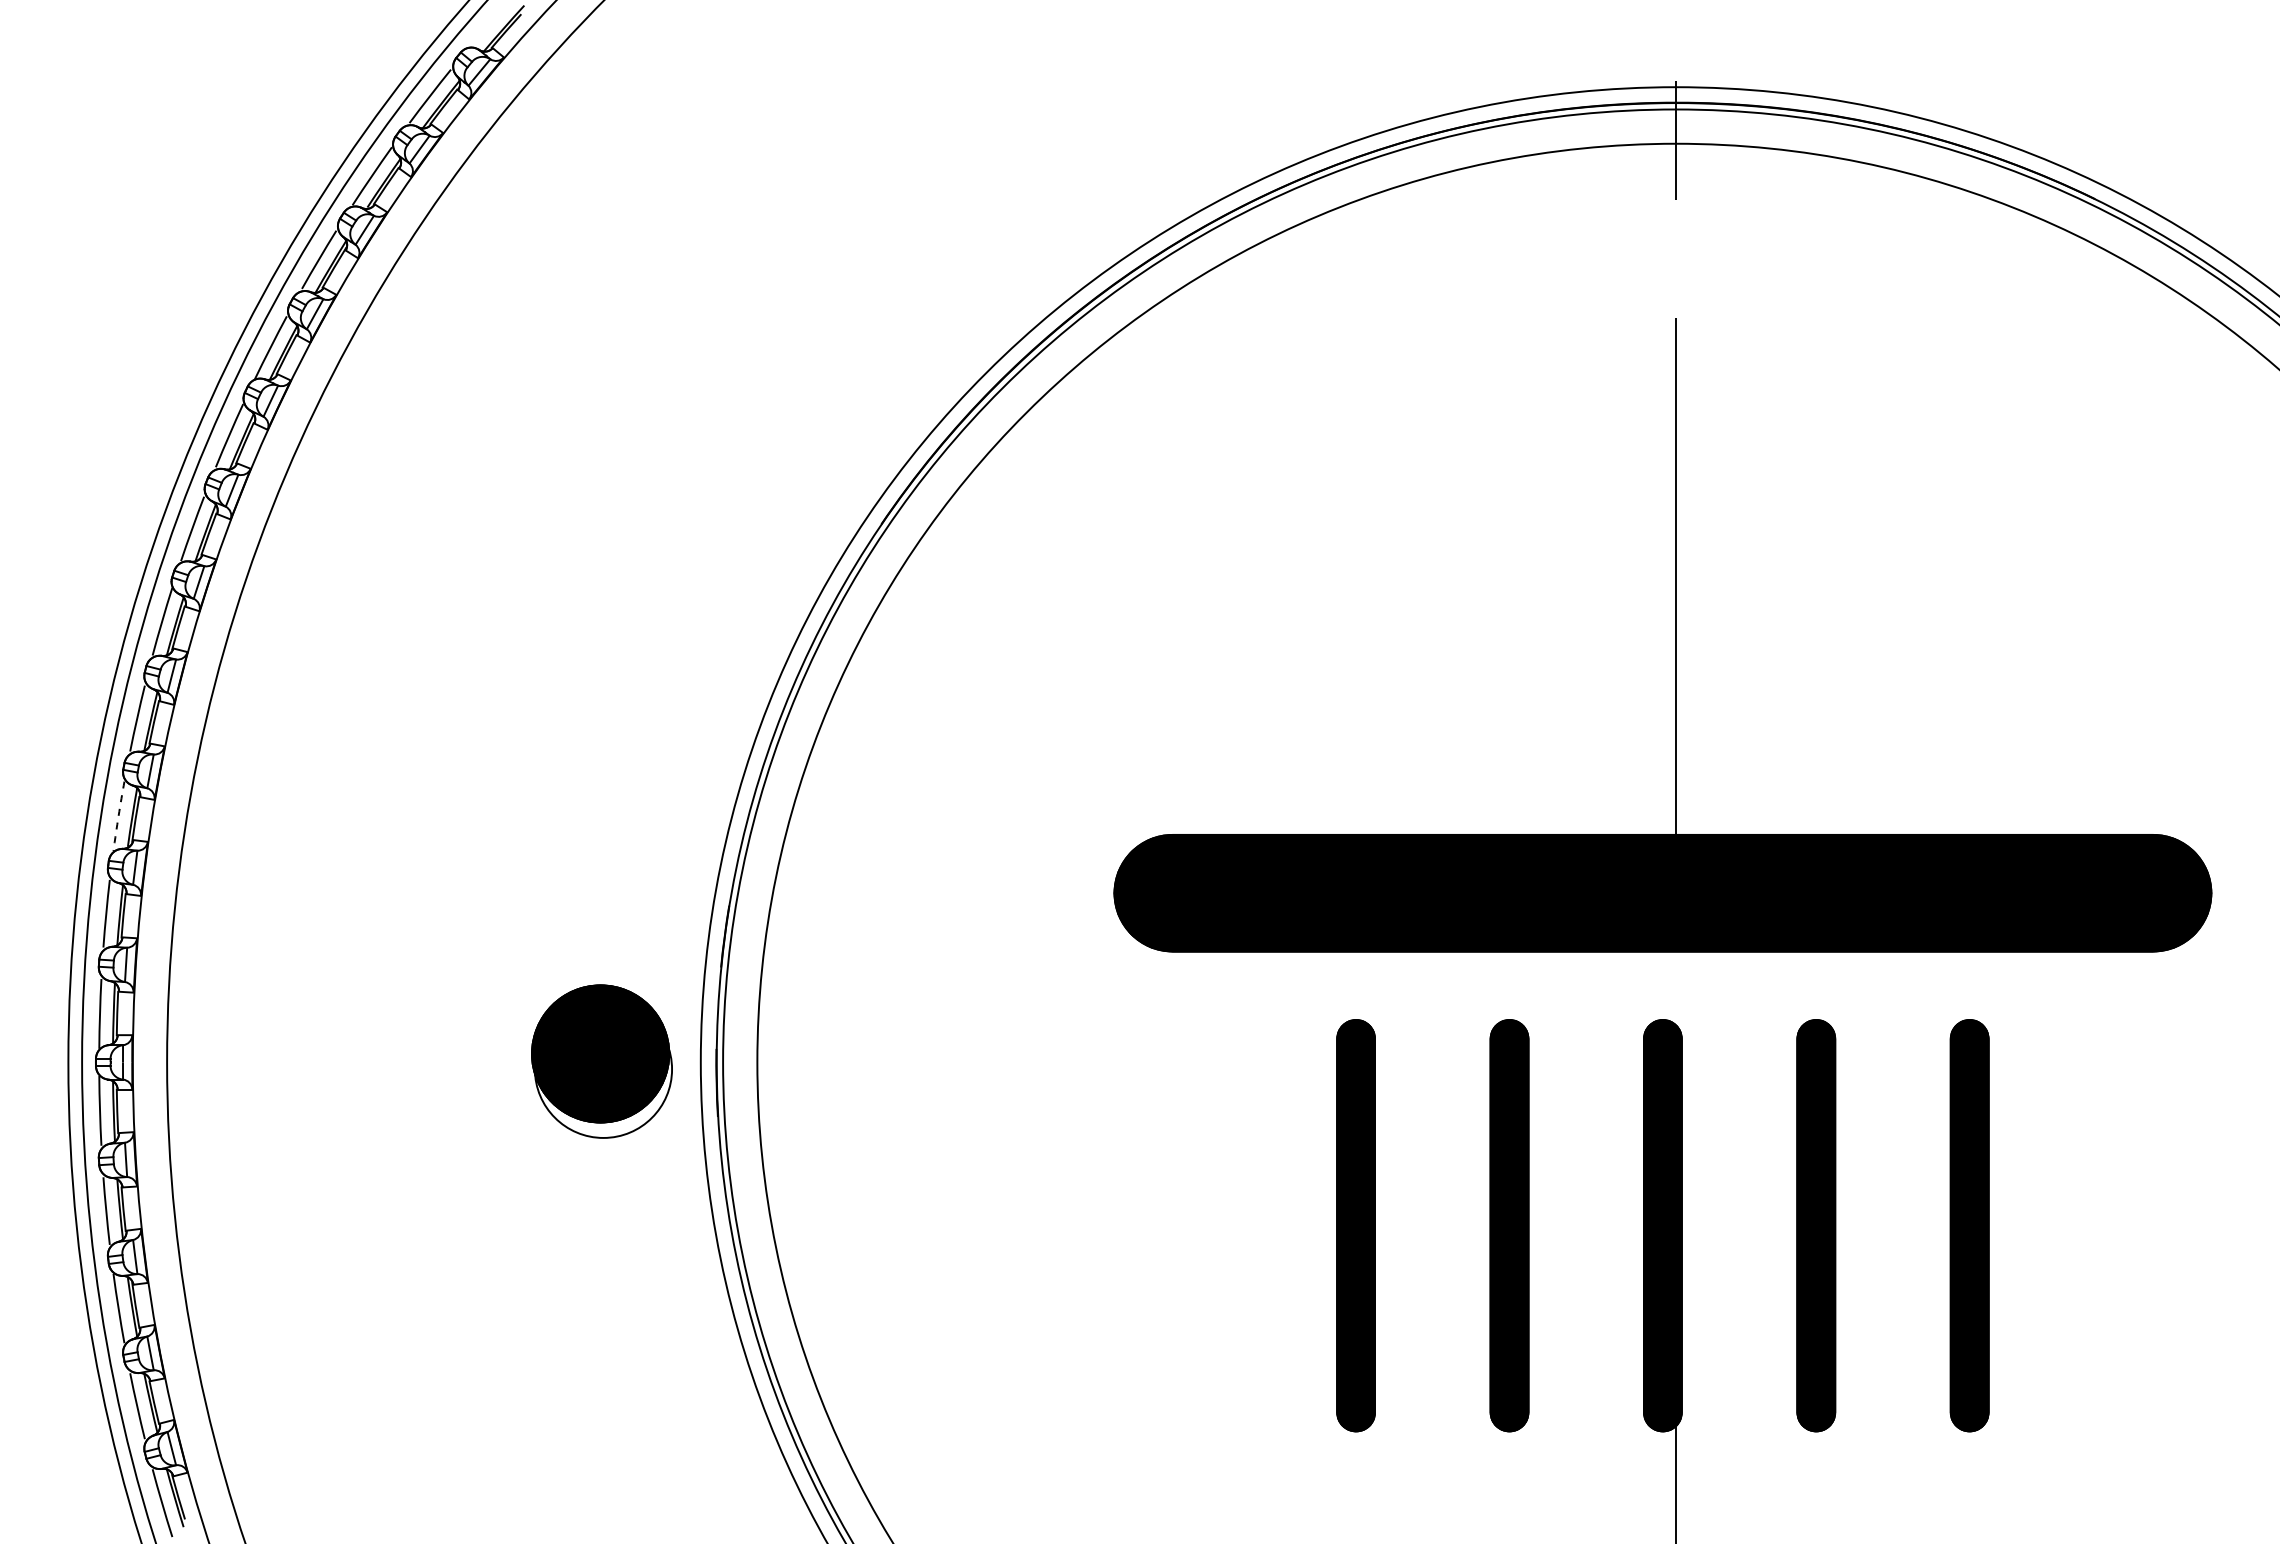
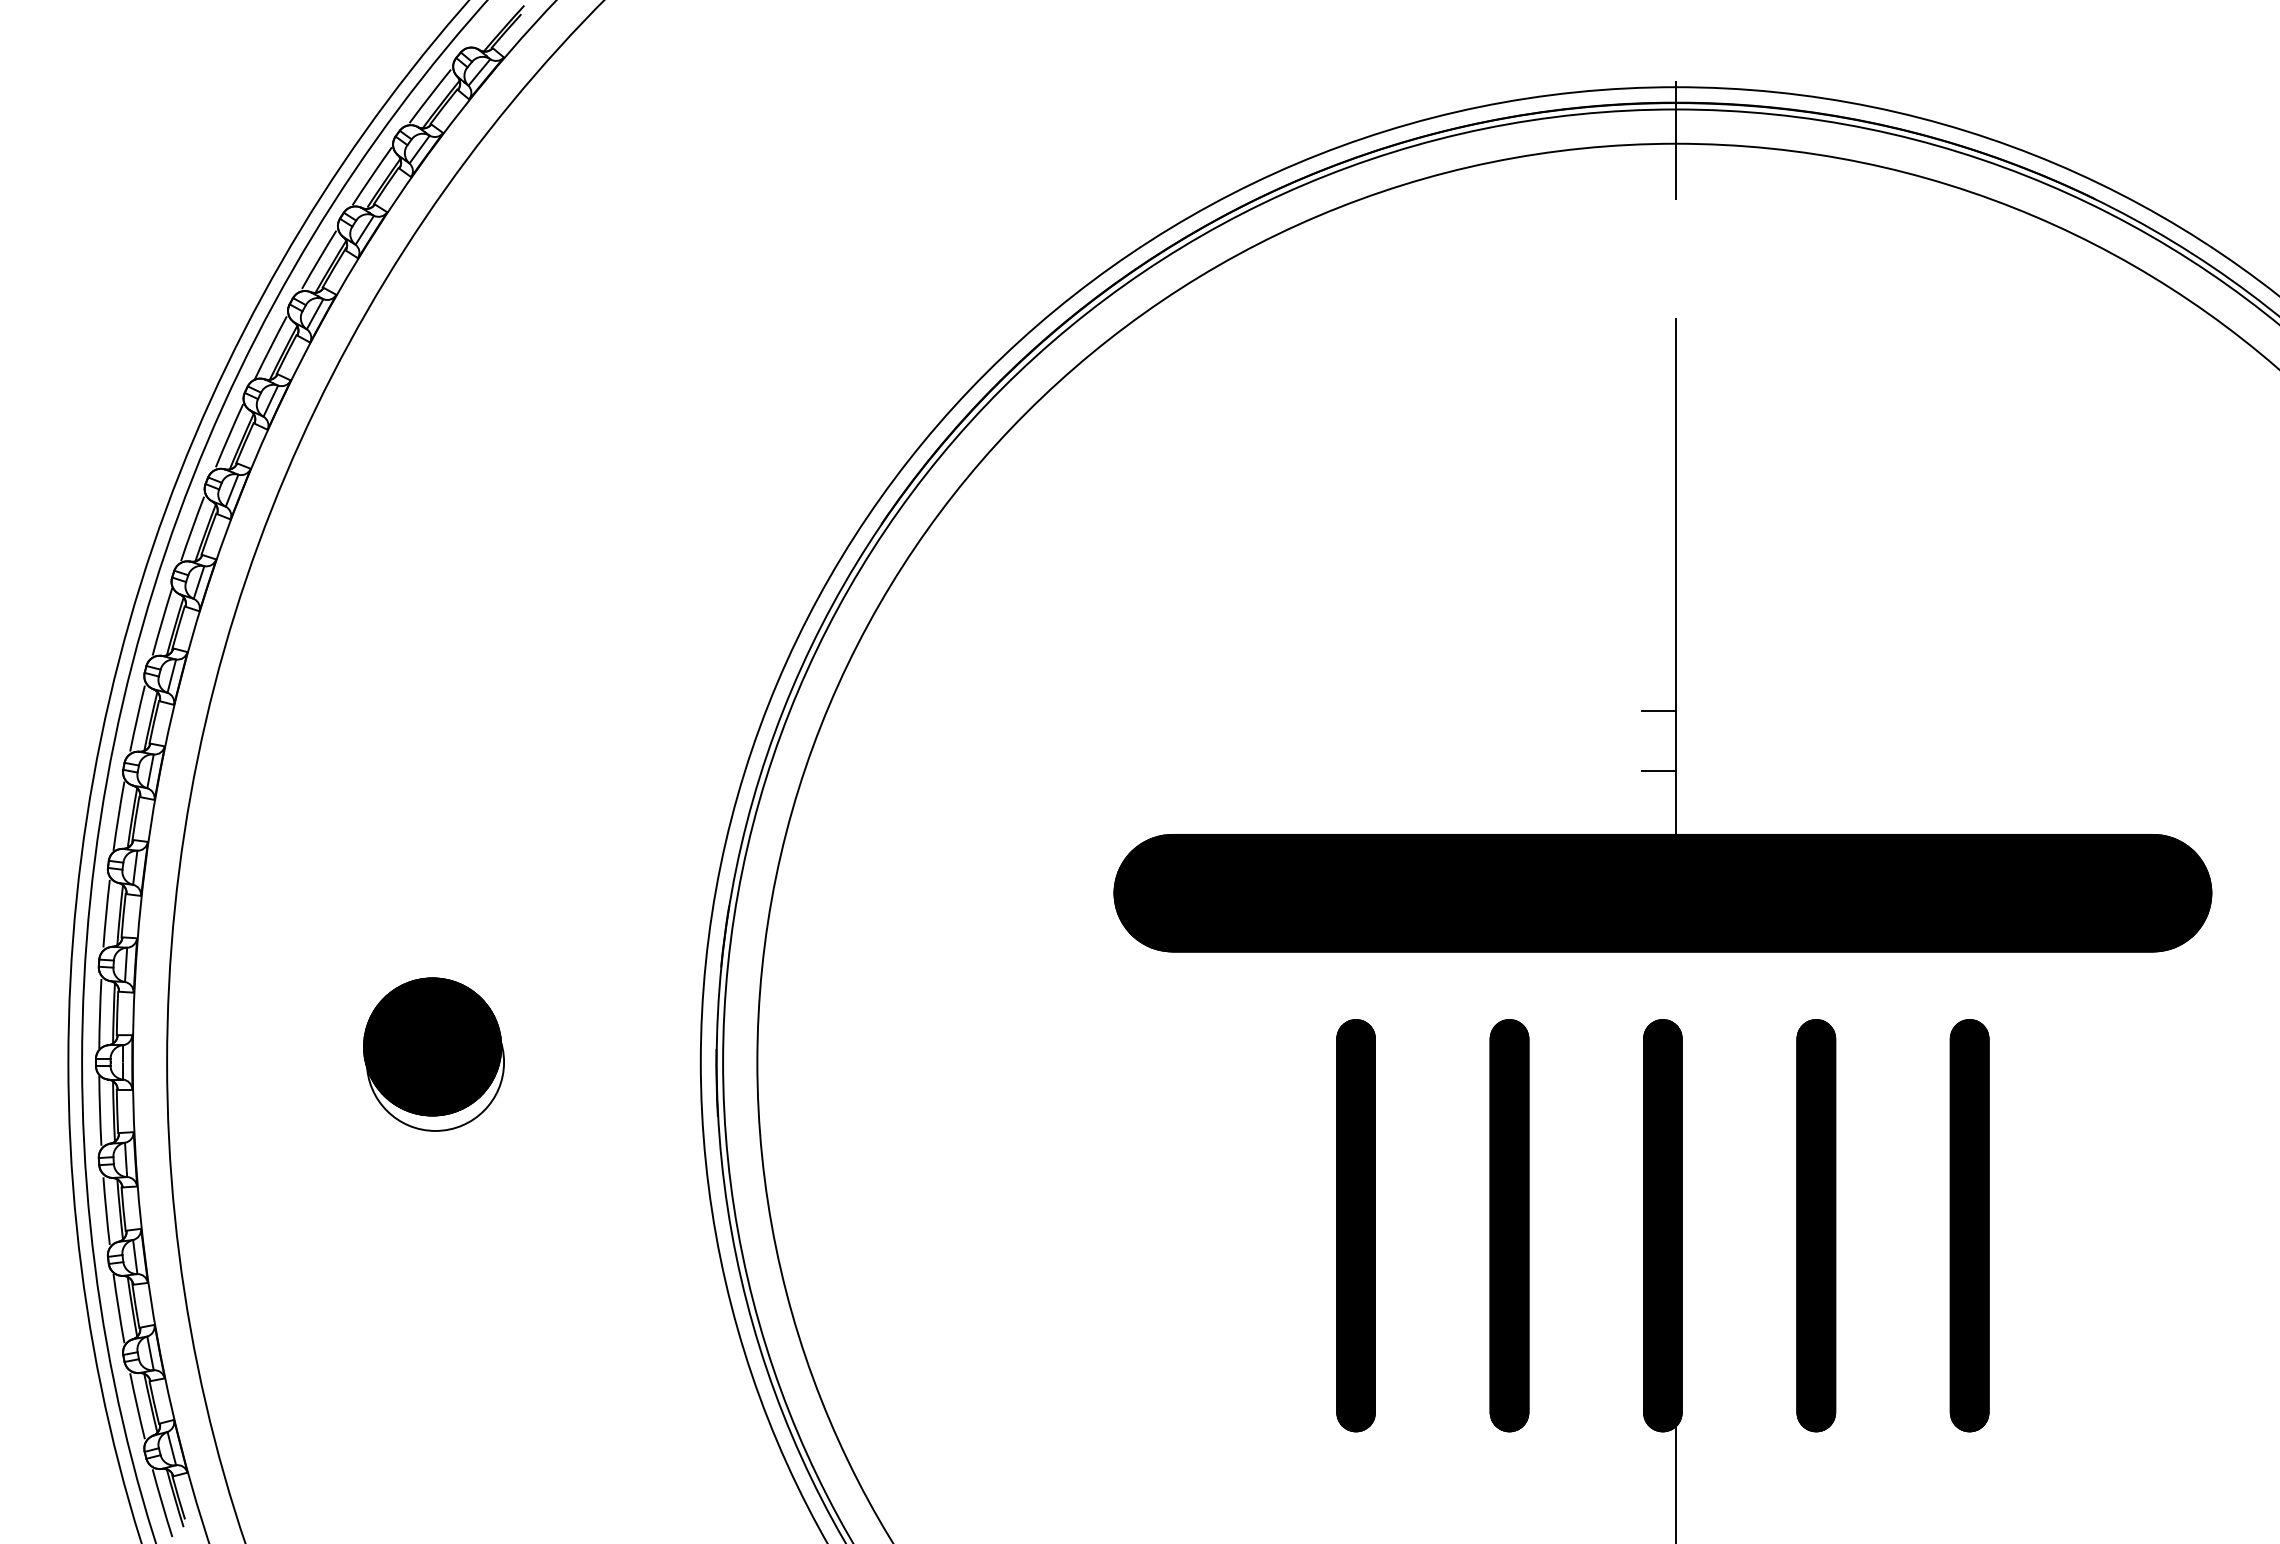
line at (1658, 710): none -> present
line at (1658, 771): none -> present
arc at (118, 816): dashed -> solid
part at (601, 1061) position: (601, 1061) -> (433, 1054)
